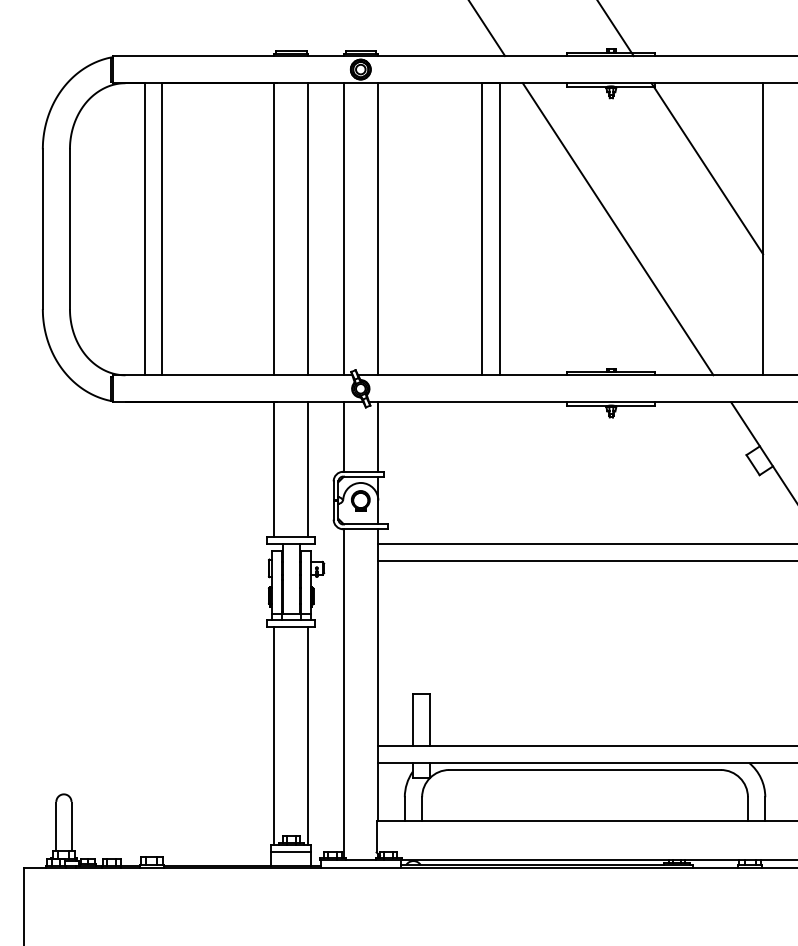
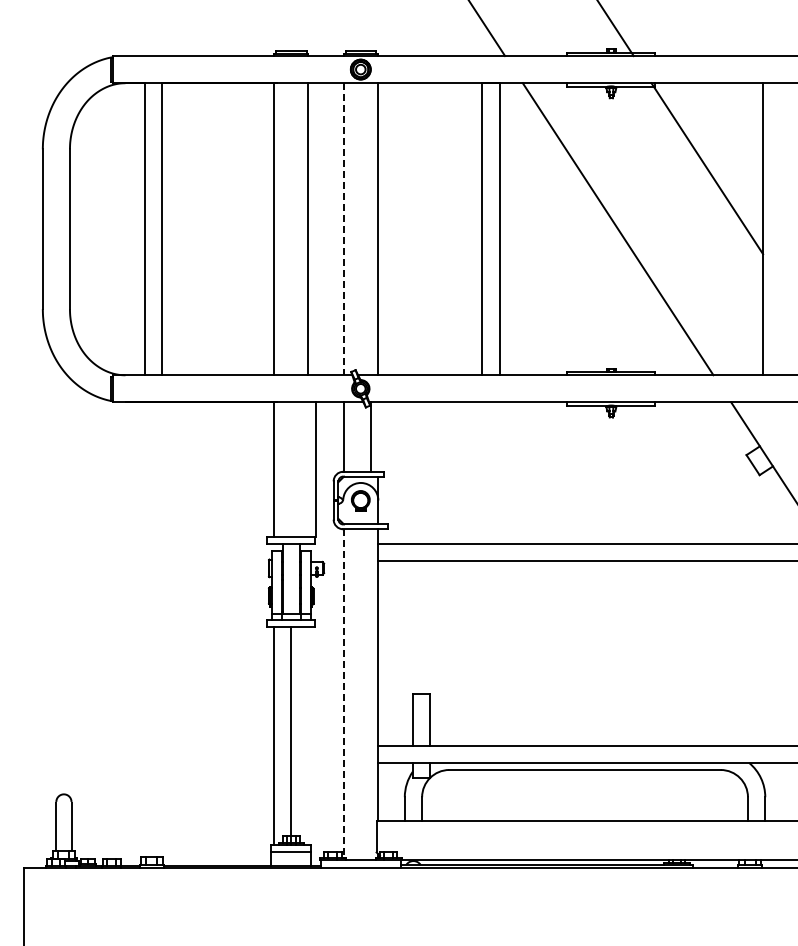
line at (343, 229): solid -> dashed
line at (377, 436) position: (377, 436) -> (370, 436)
line at (308, 469) position: (308, 469) -> (316, 469)
line at (343, 694): solid -> dashed
line at (308, 736) position: (308, 736) -> (291, 736)
